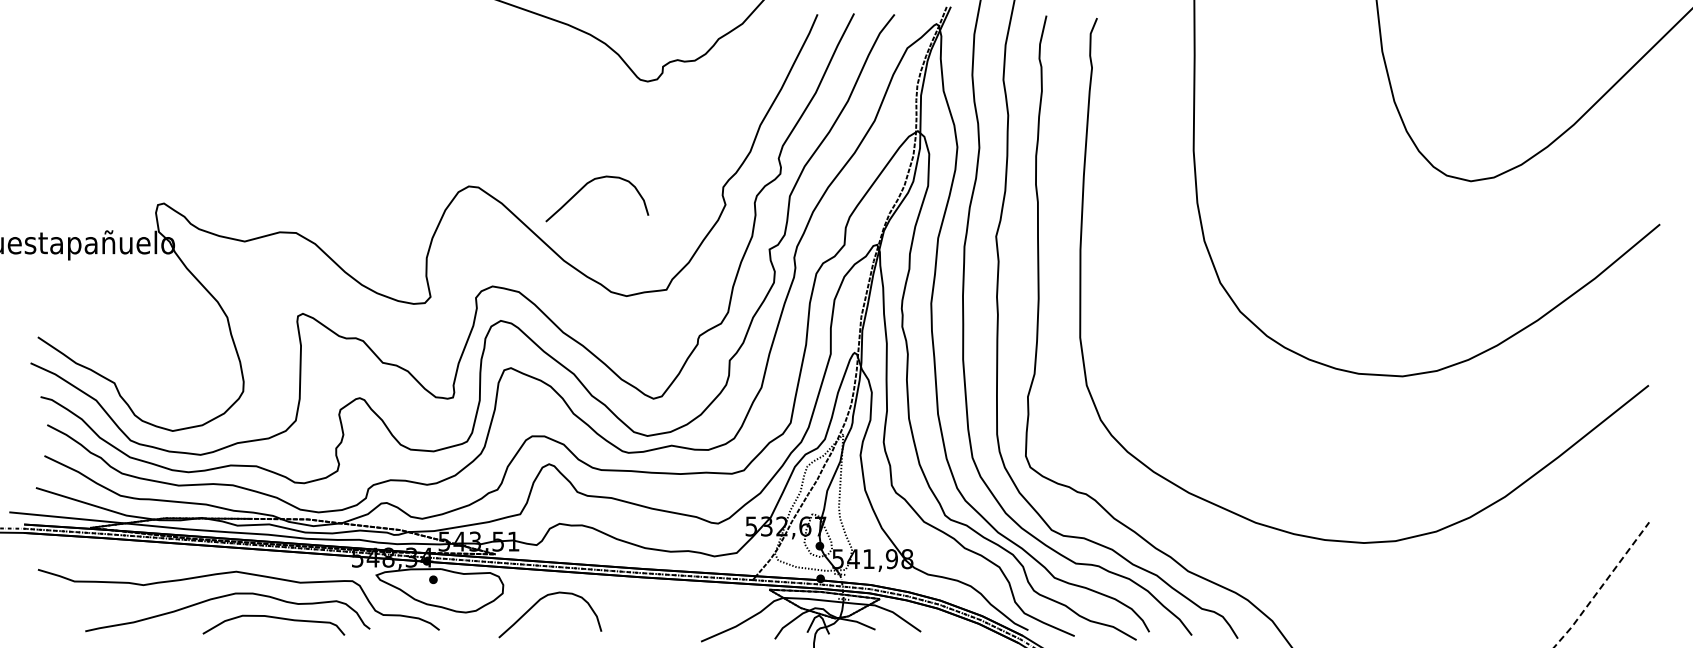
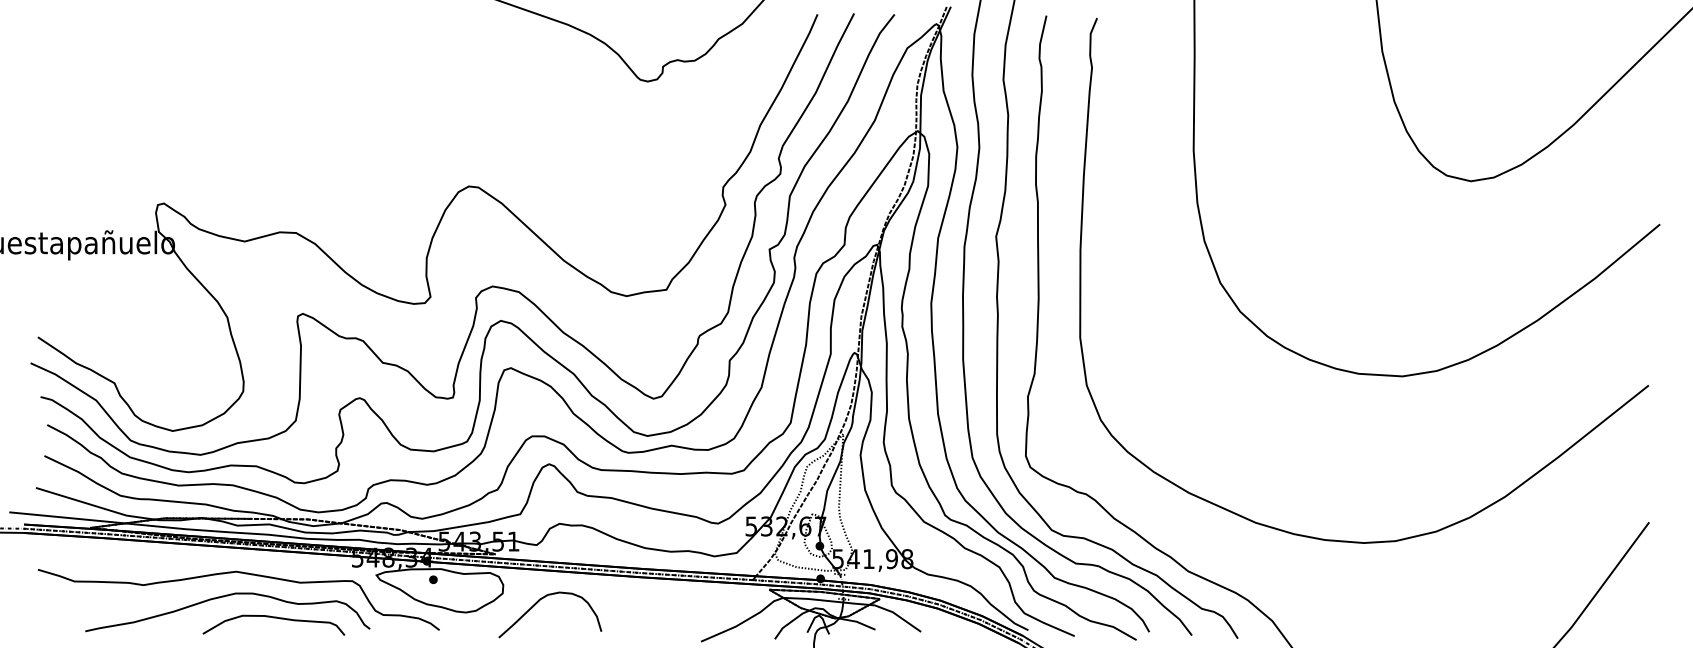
curve at (585, 186): present -> none
line at (1602, 585): dashed -> solid
